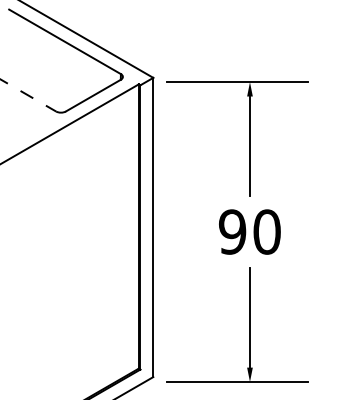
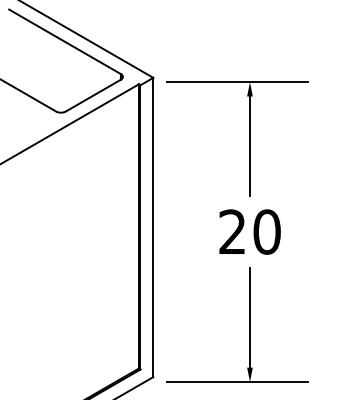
line at (28, 95): dashed -> solid
text at (232, 231): 90 -> 20
